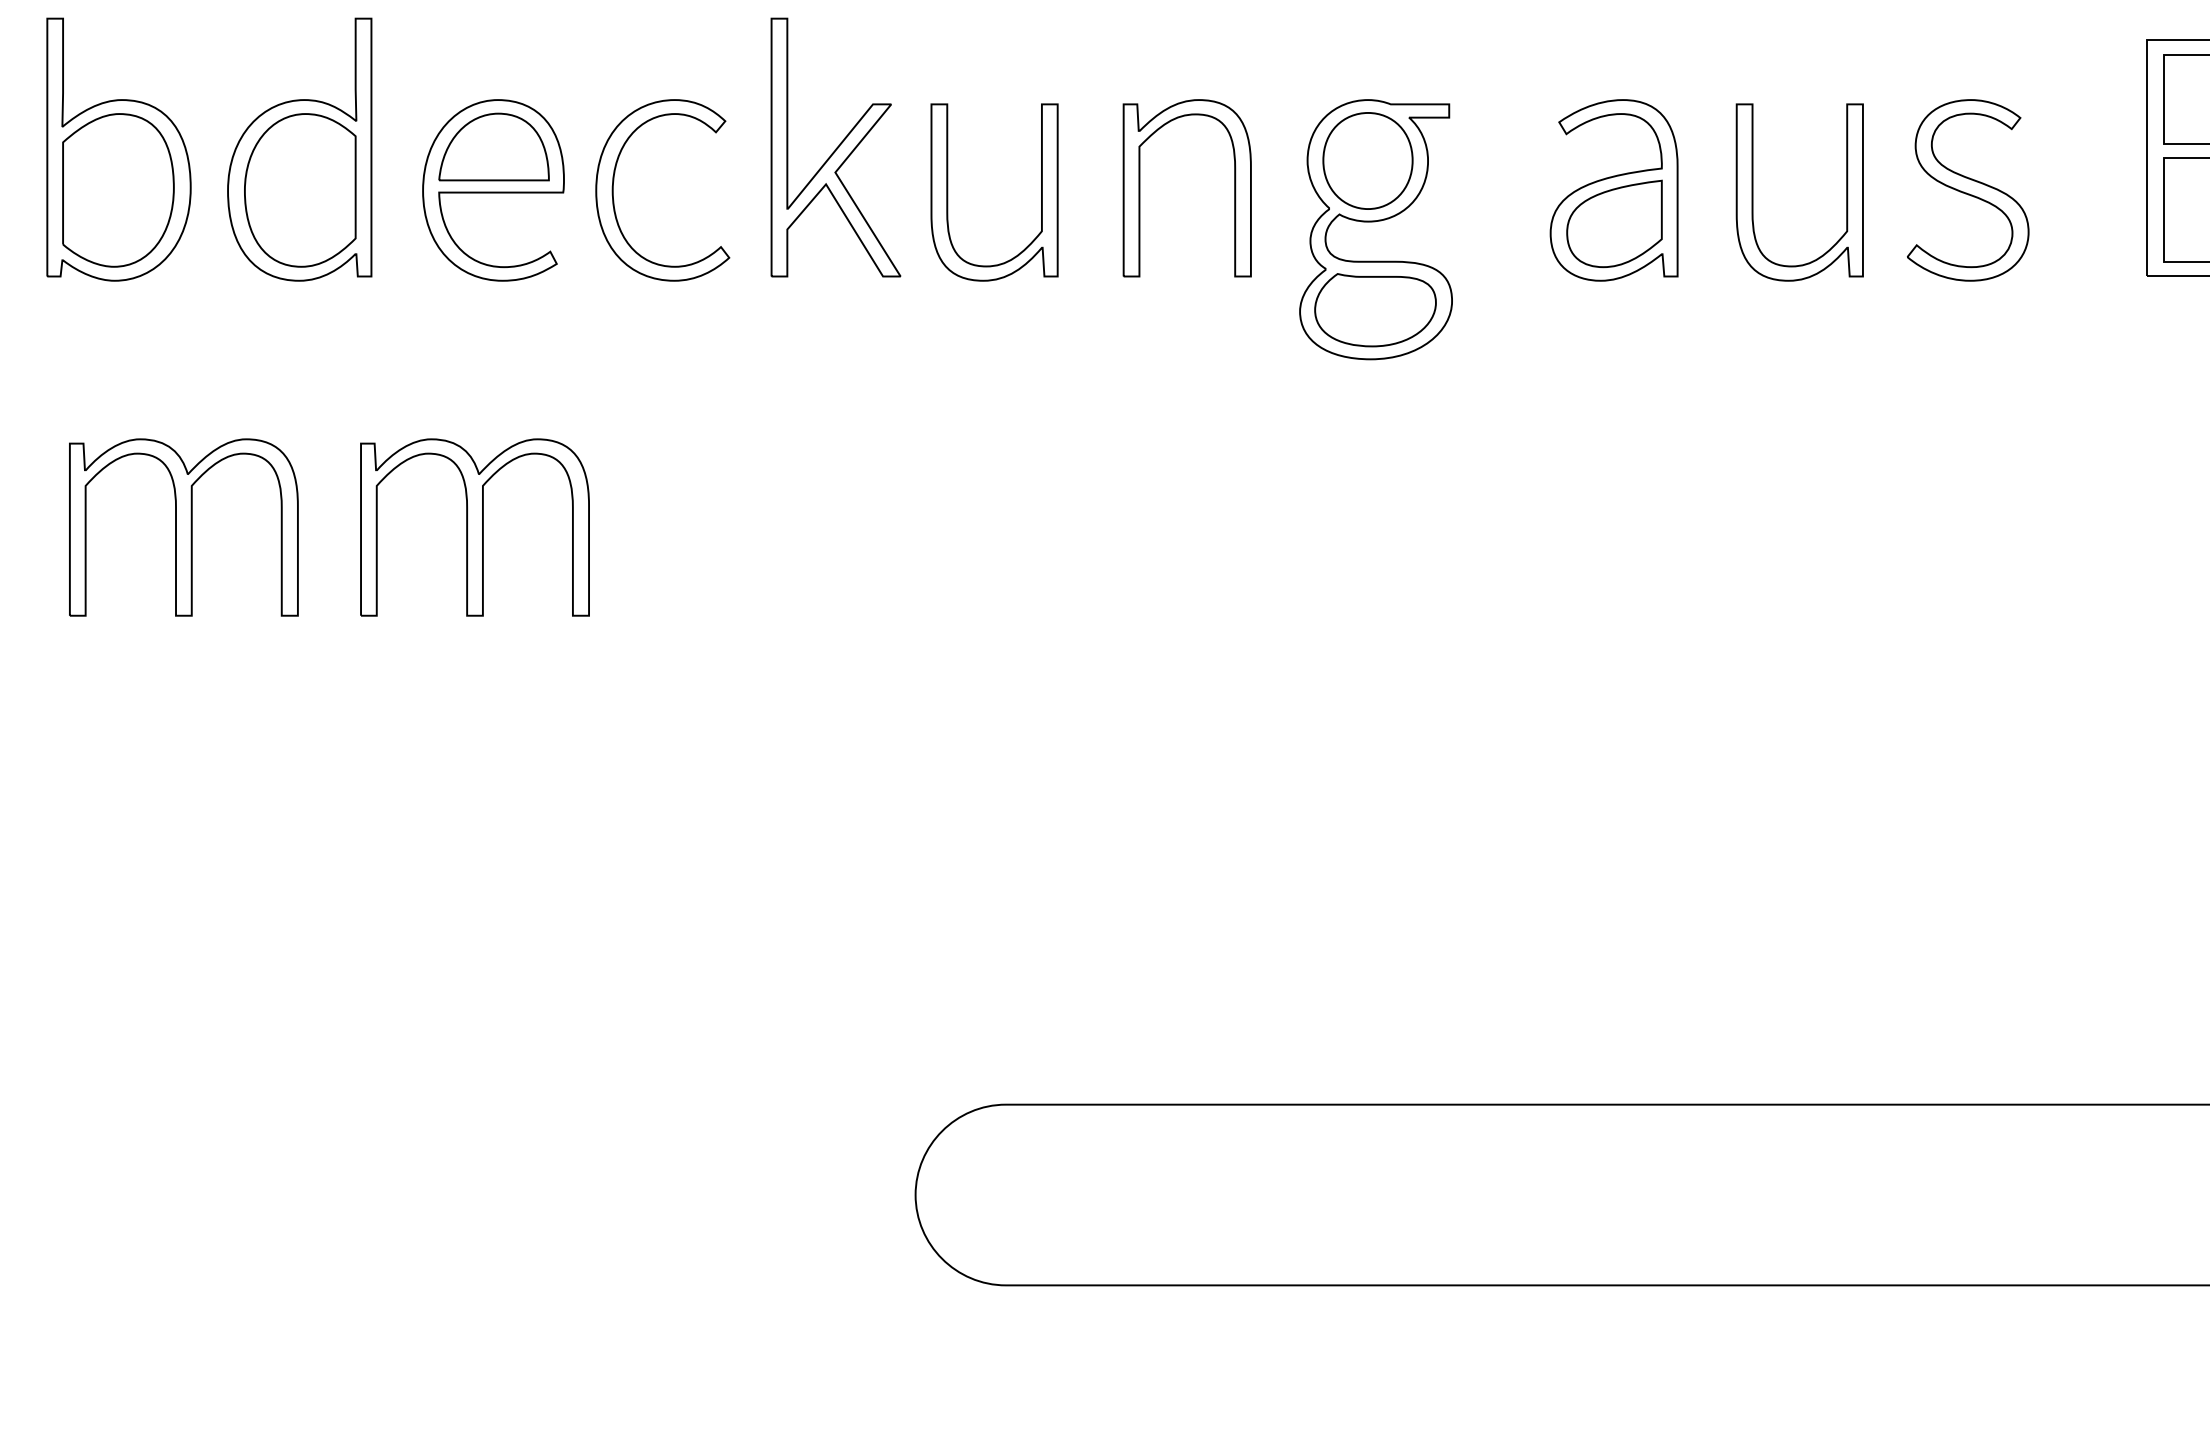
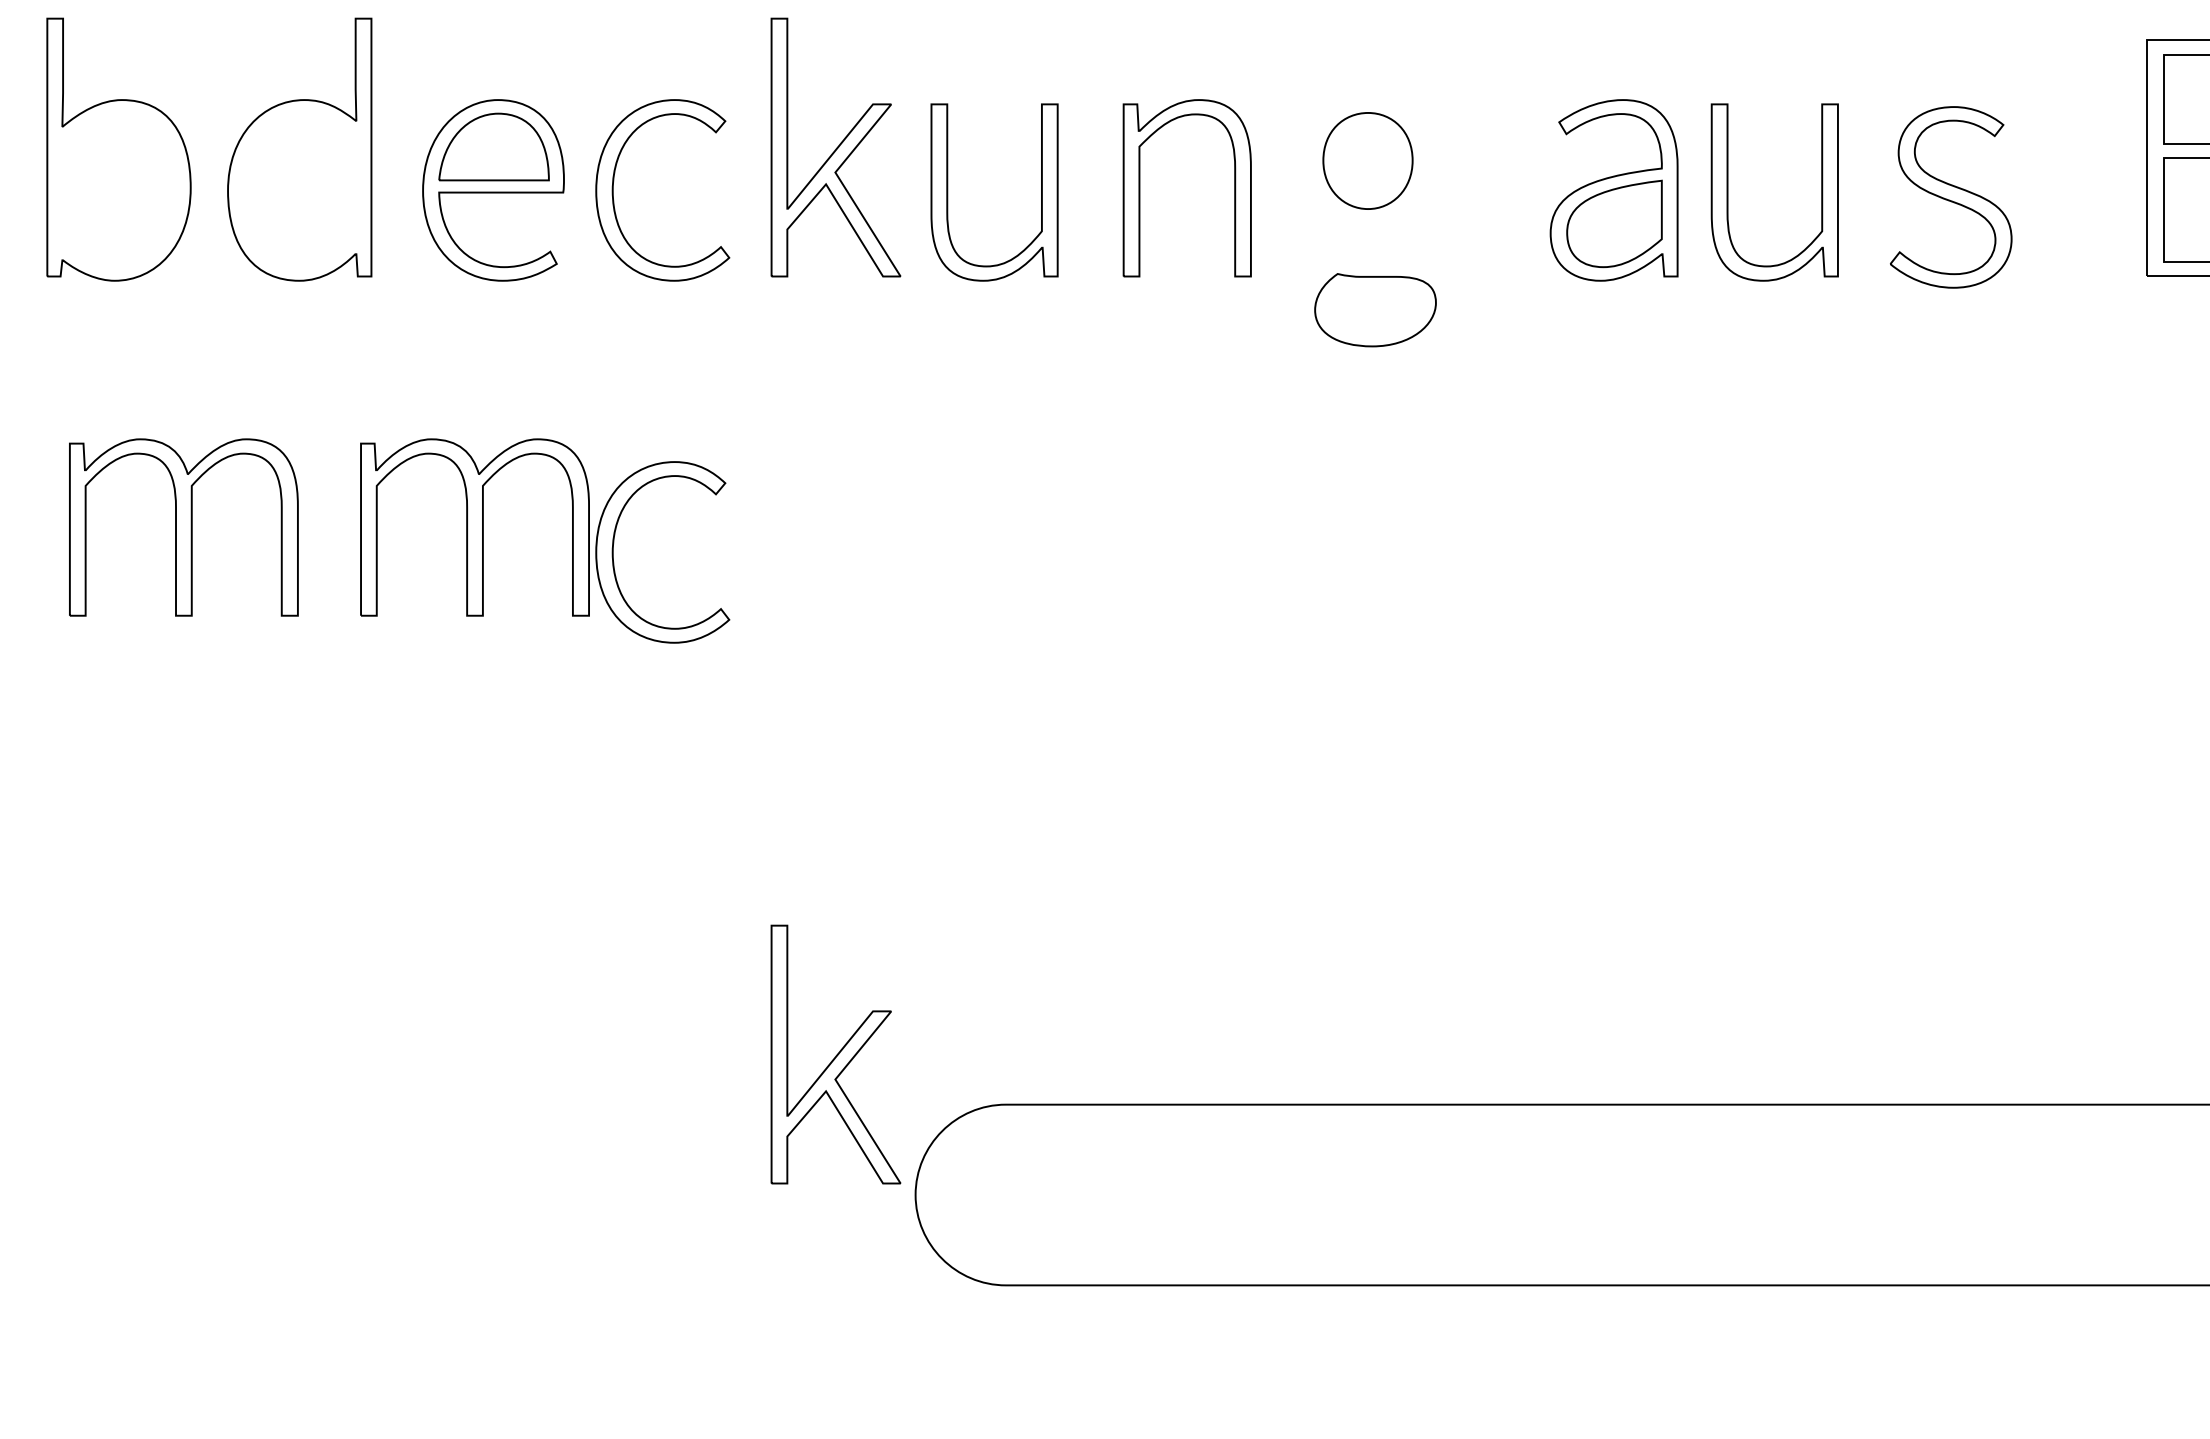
part at (118, 190): present -> none
part at (300, 190): present -> none
part at (1968, 190) position: (1968, 190) -> (1951, 197)
part at (1753, 192) position: (1753, 192) -> (1728, 192)
part at (1375, 222): present -> none
part at (614, 543): none -> present
part at (835, 1054): none -> present
